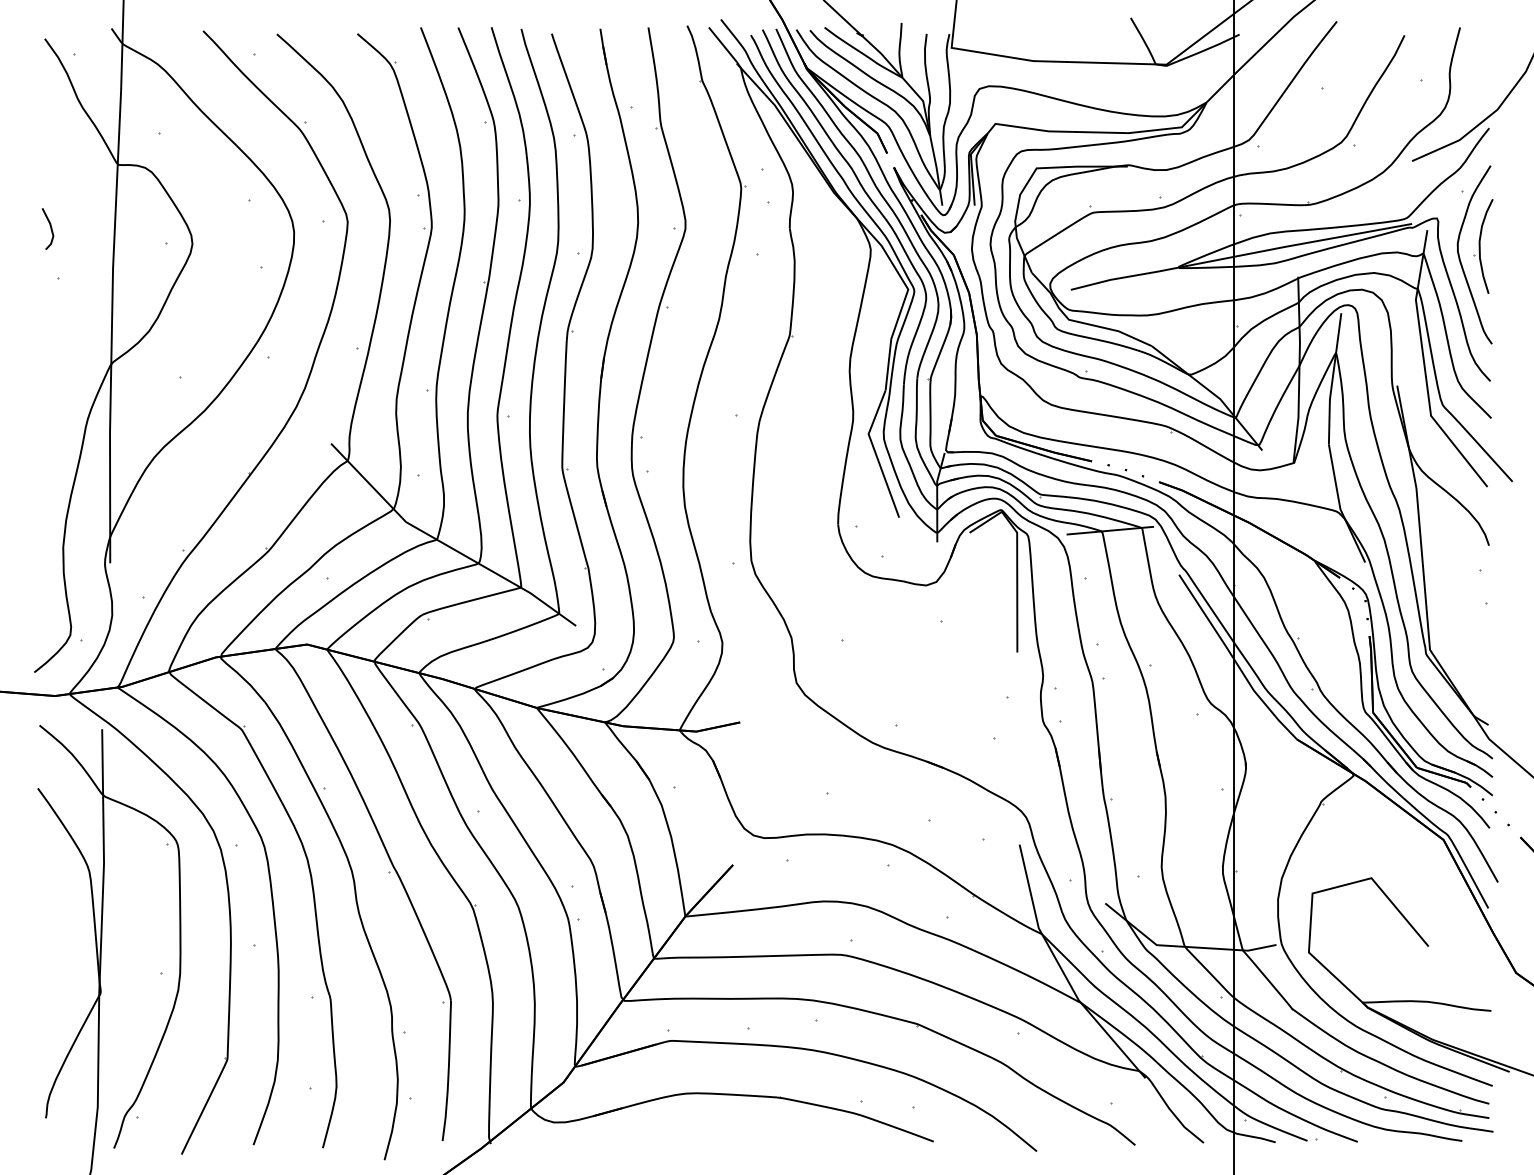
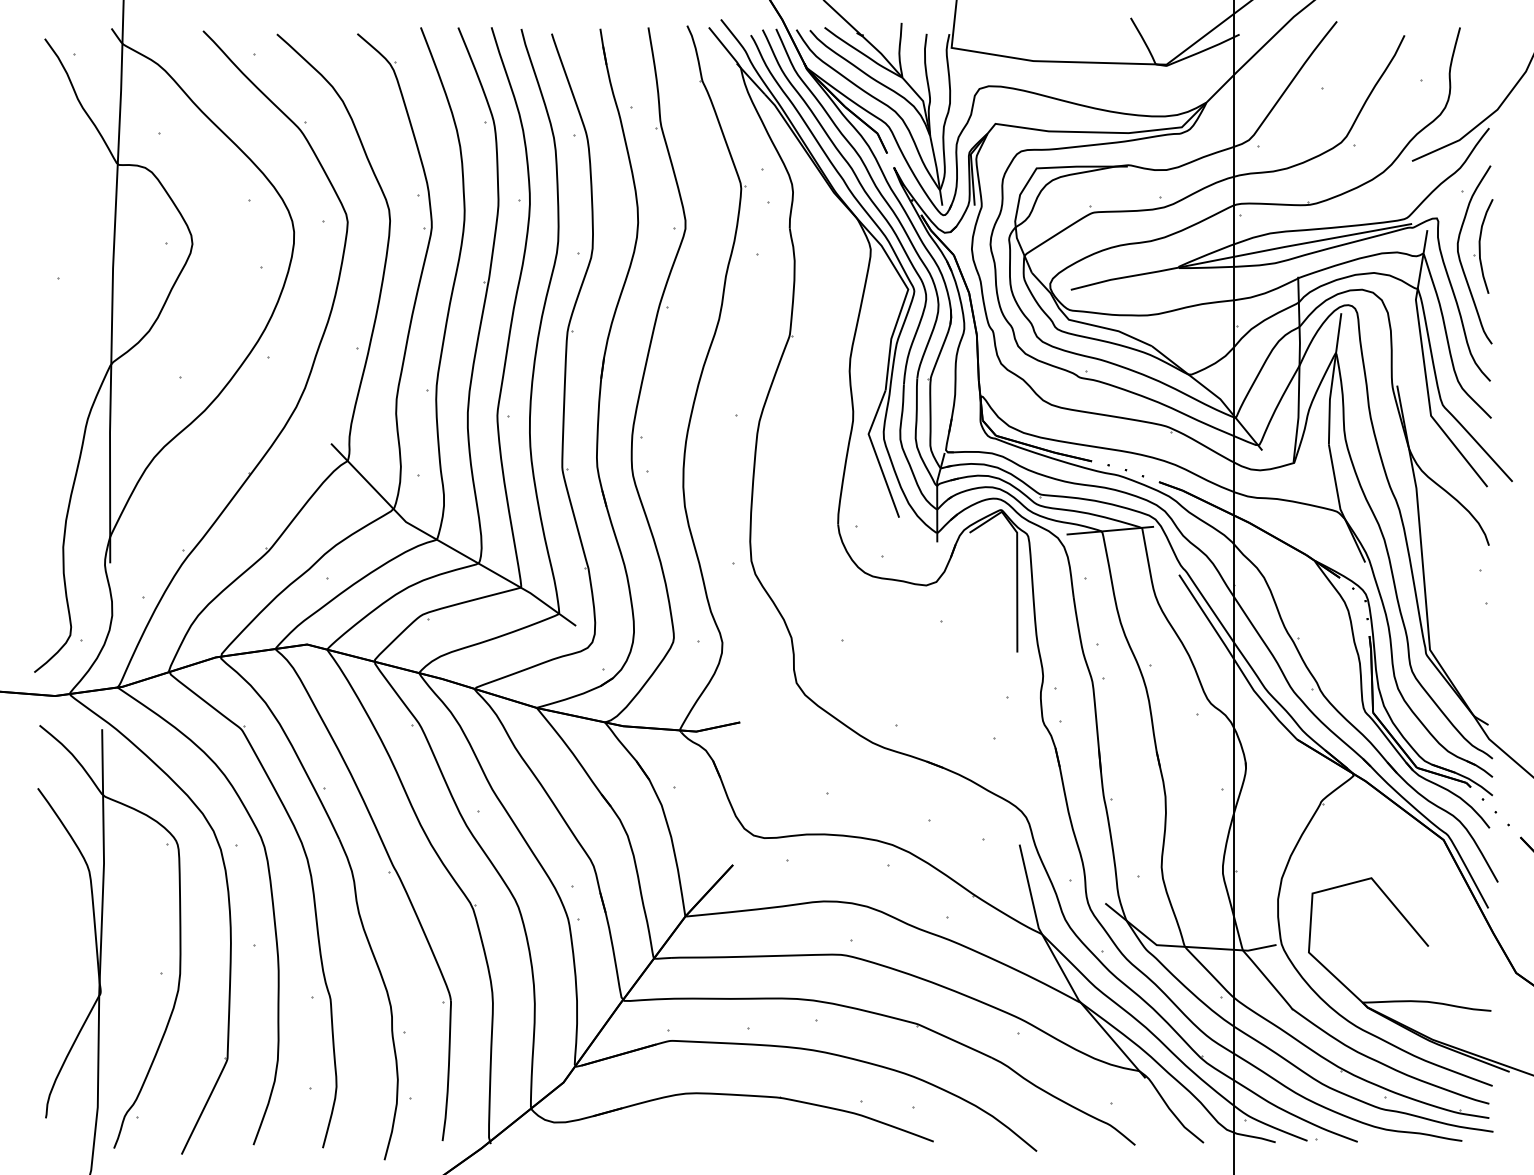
line at (50, 228): present -> none
